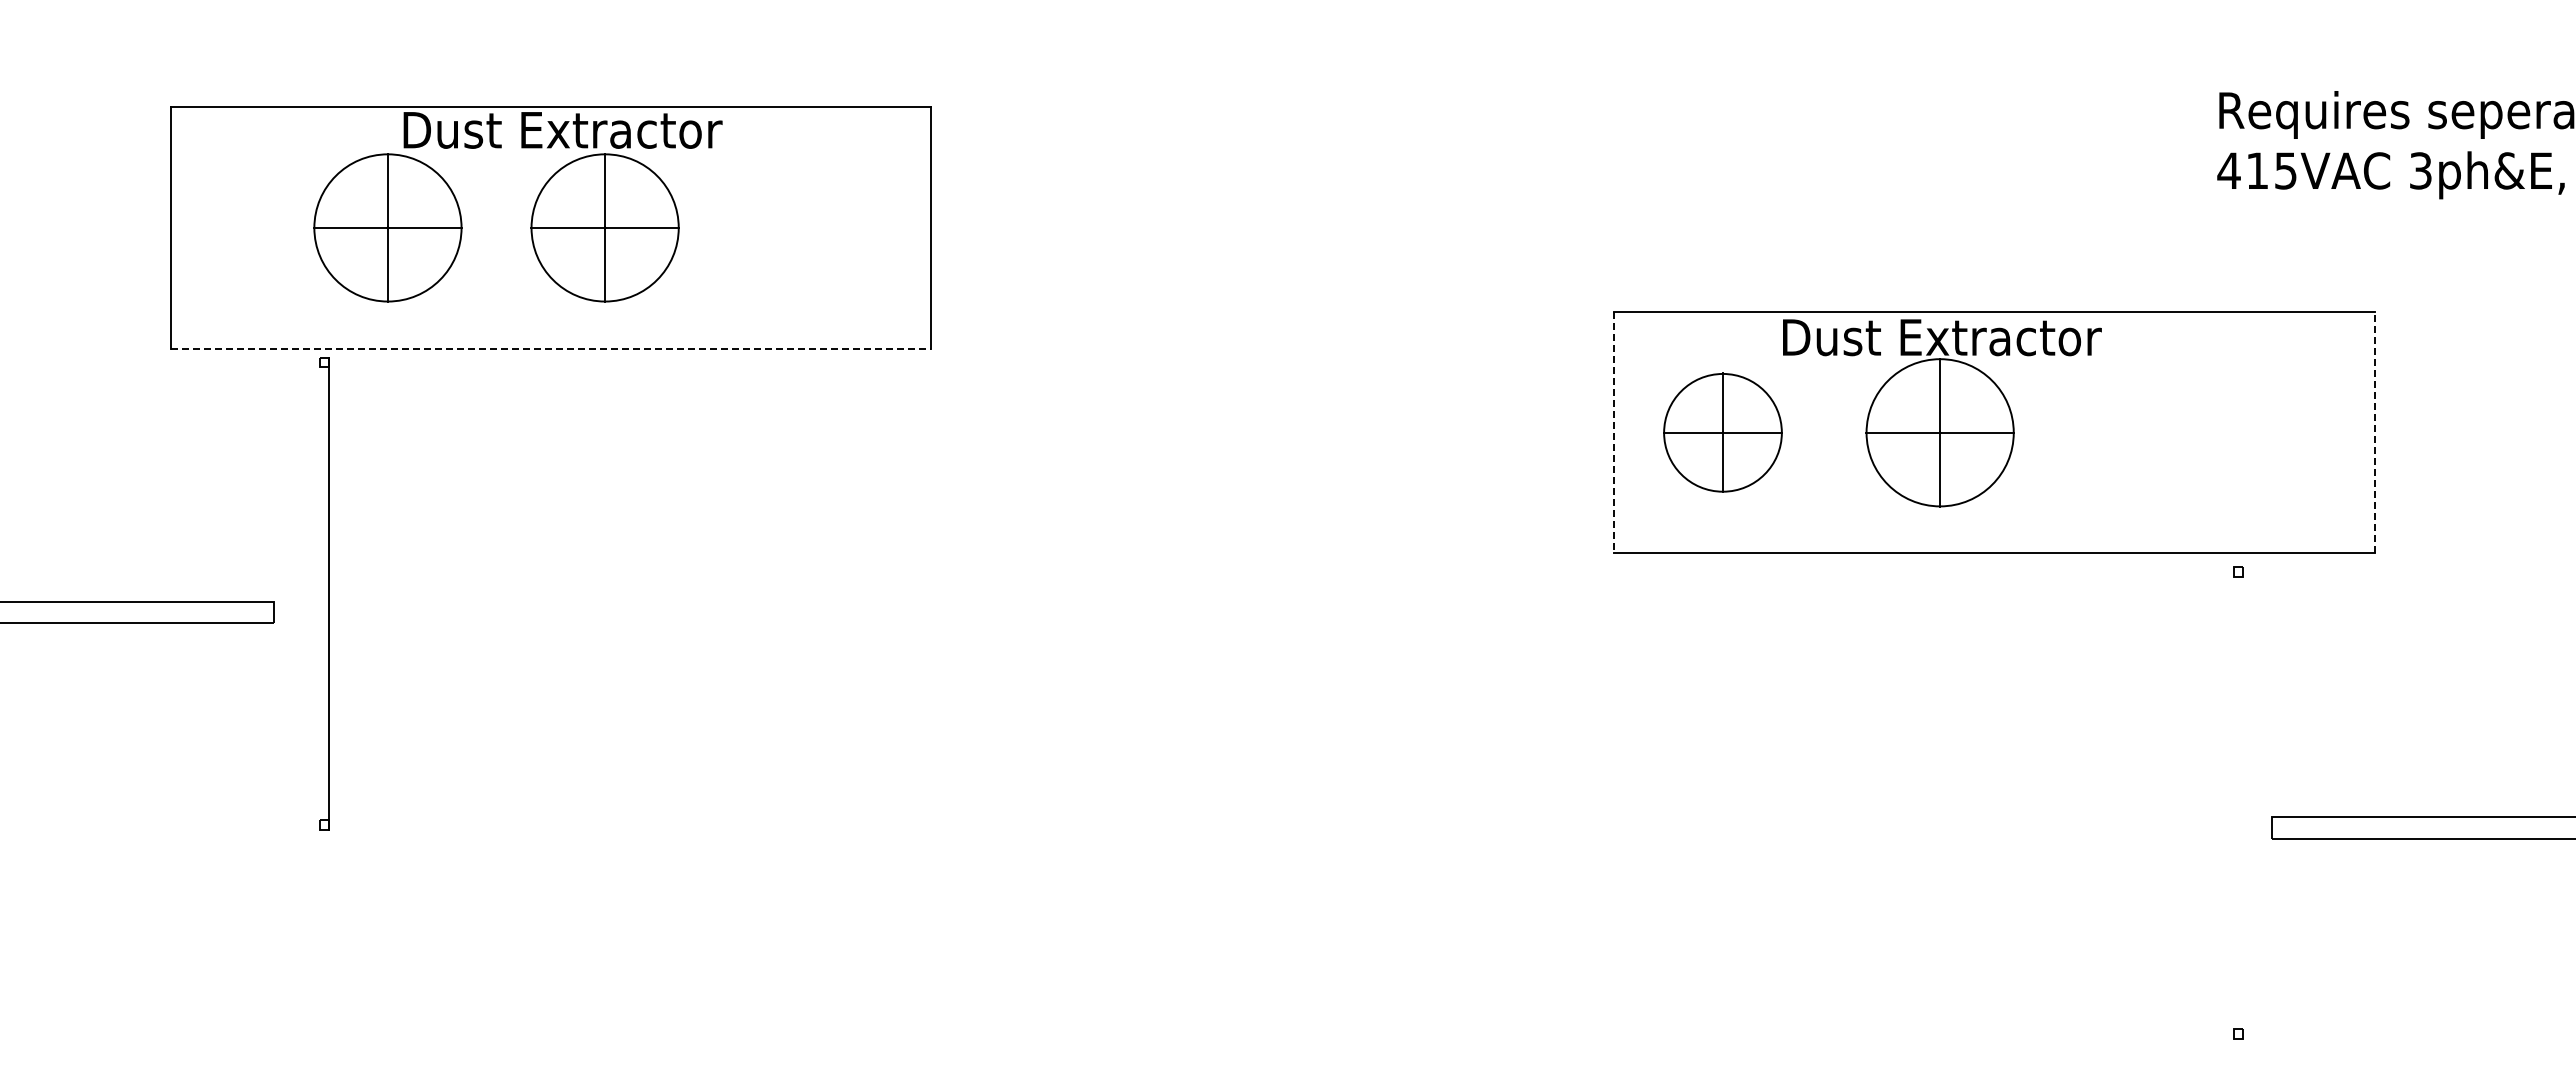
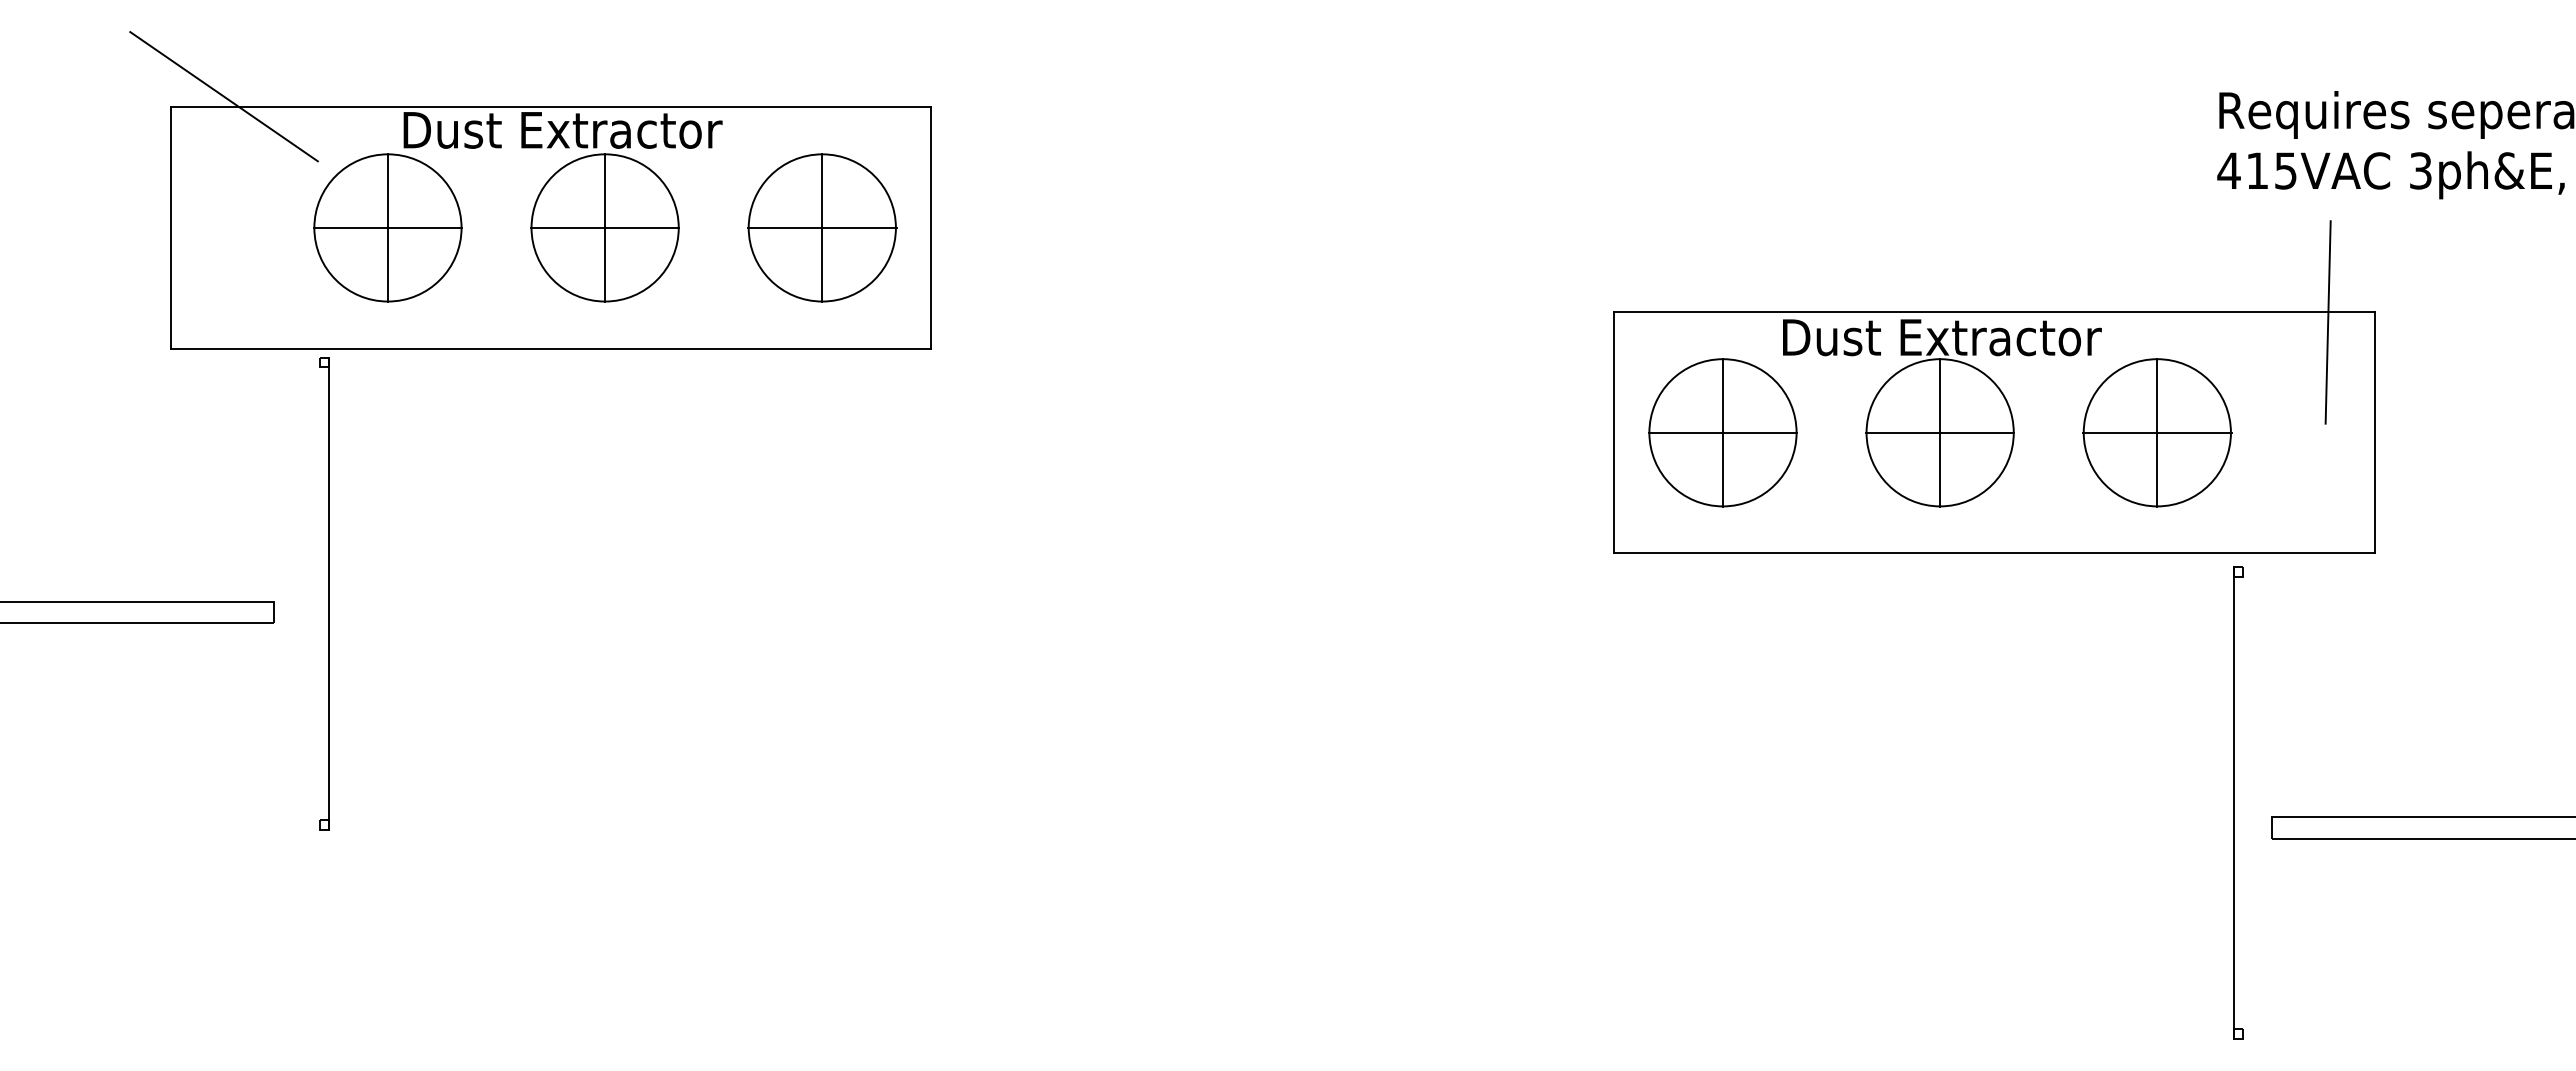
line at (223, 96): none -> present
part at (822, 227): none -> present
line at (2327, 322): none -> present
line at (551, 348): dashed -> solid
line at (1614, 432): dashed -> solid
part at (1722, 432) size: 120x121 px -> 150x150 px
part at (2157, 432): none -> present
line at (2374, 432): dashed -> solid
line at (2233, 802): none -> present
